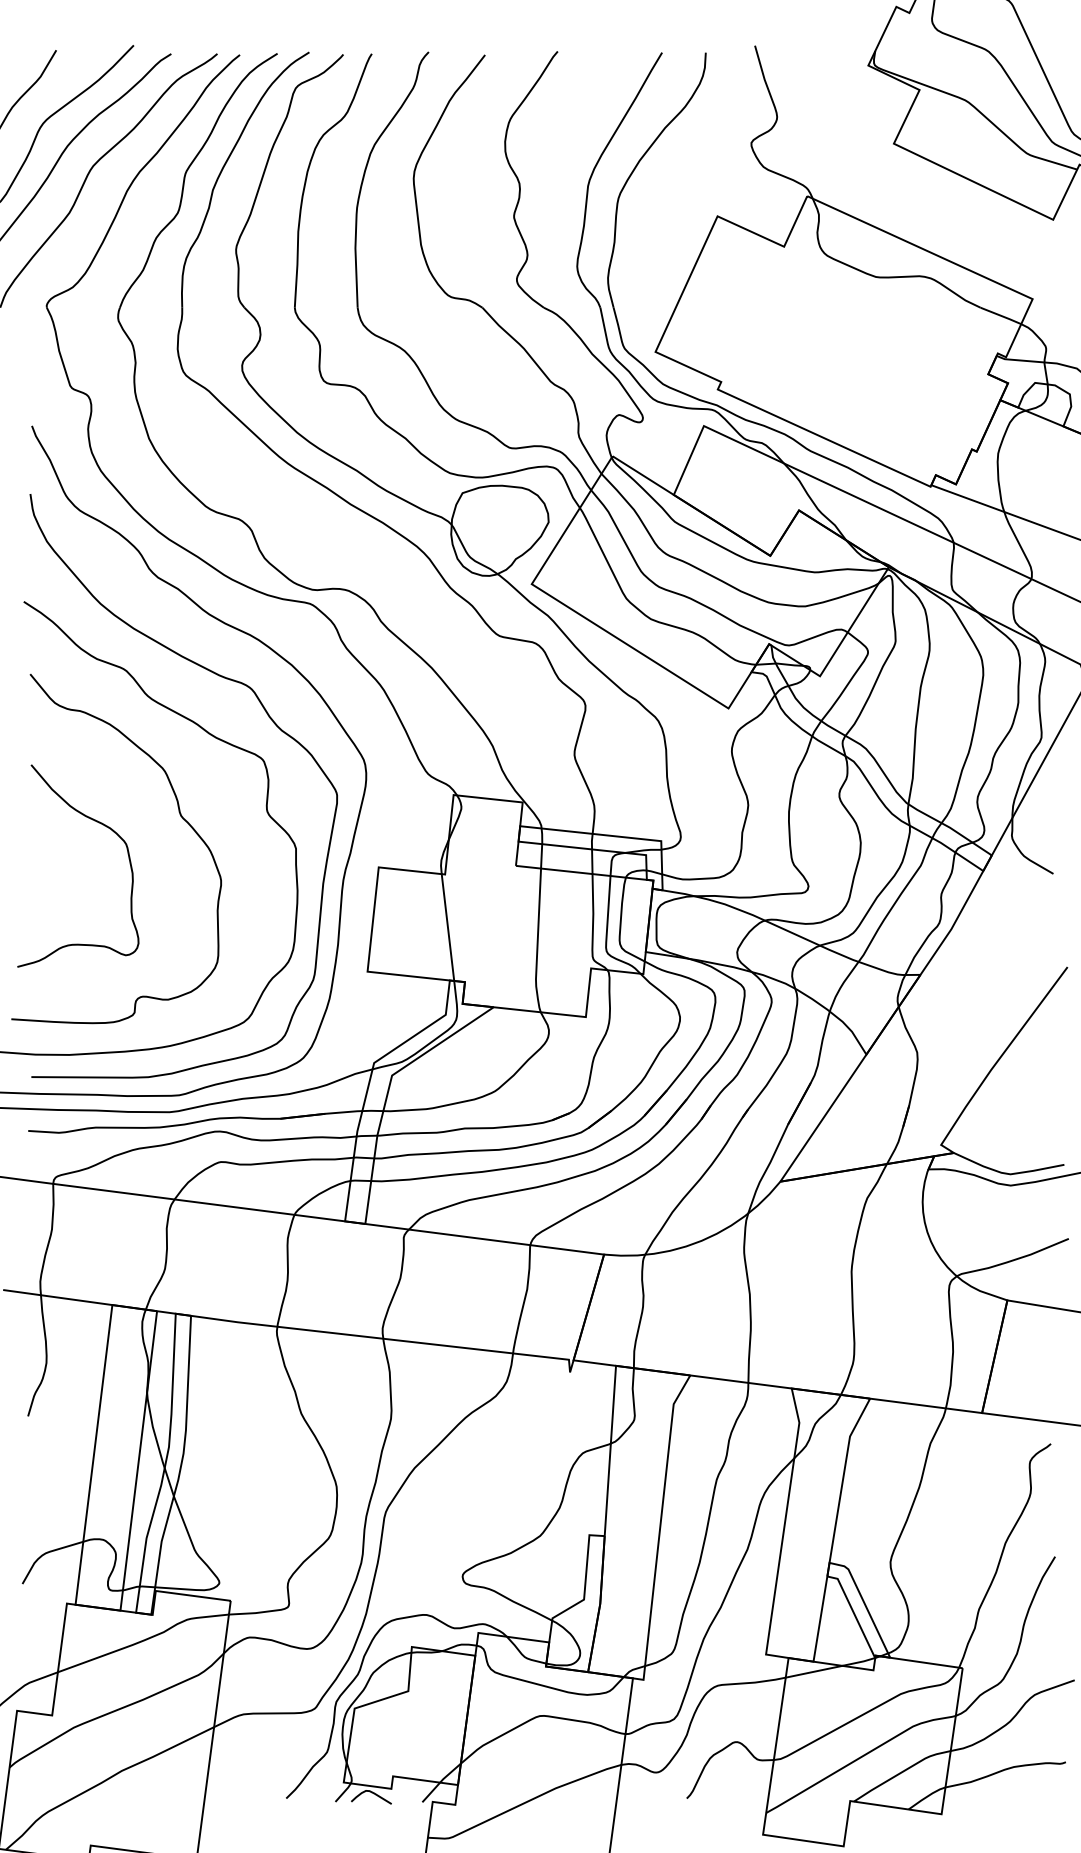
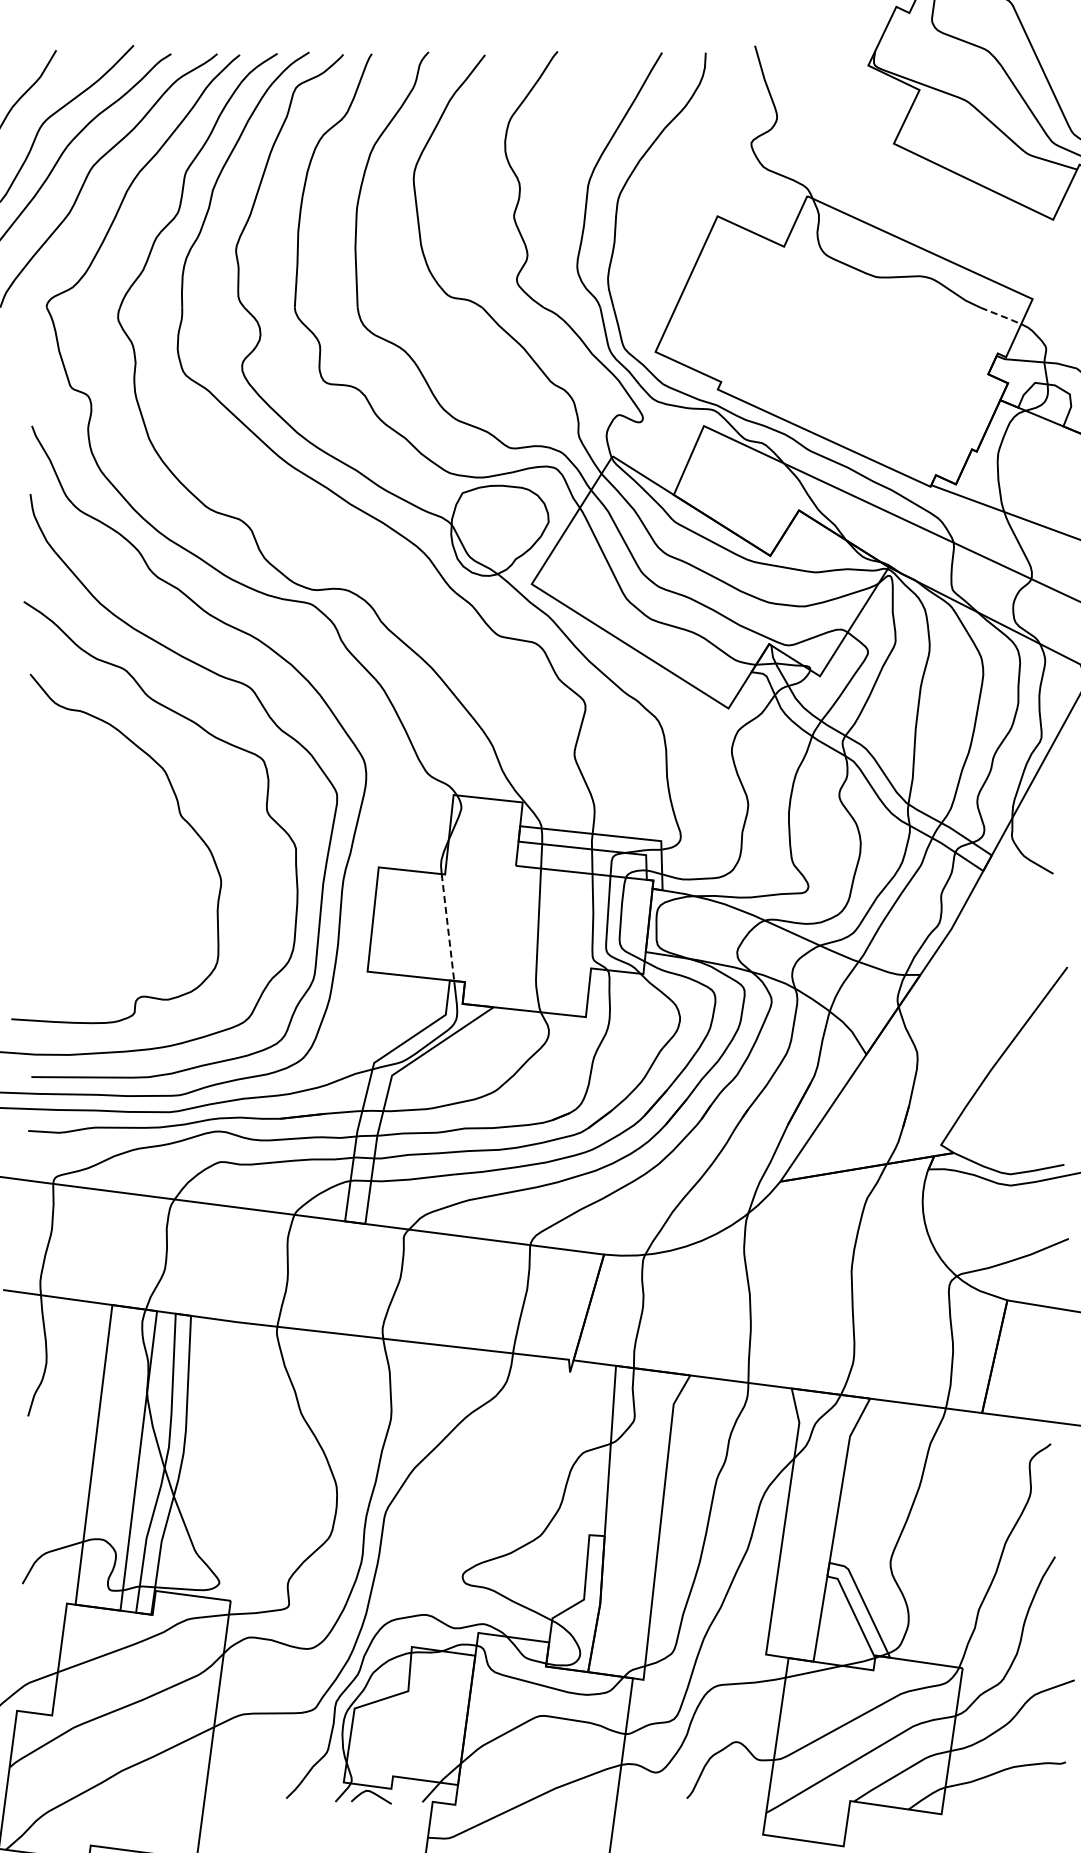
line at (1001, 316): solid -> dashed
curve at (98, 823): present -> none
line at (447, 927): solid -> dashed
